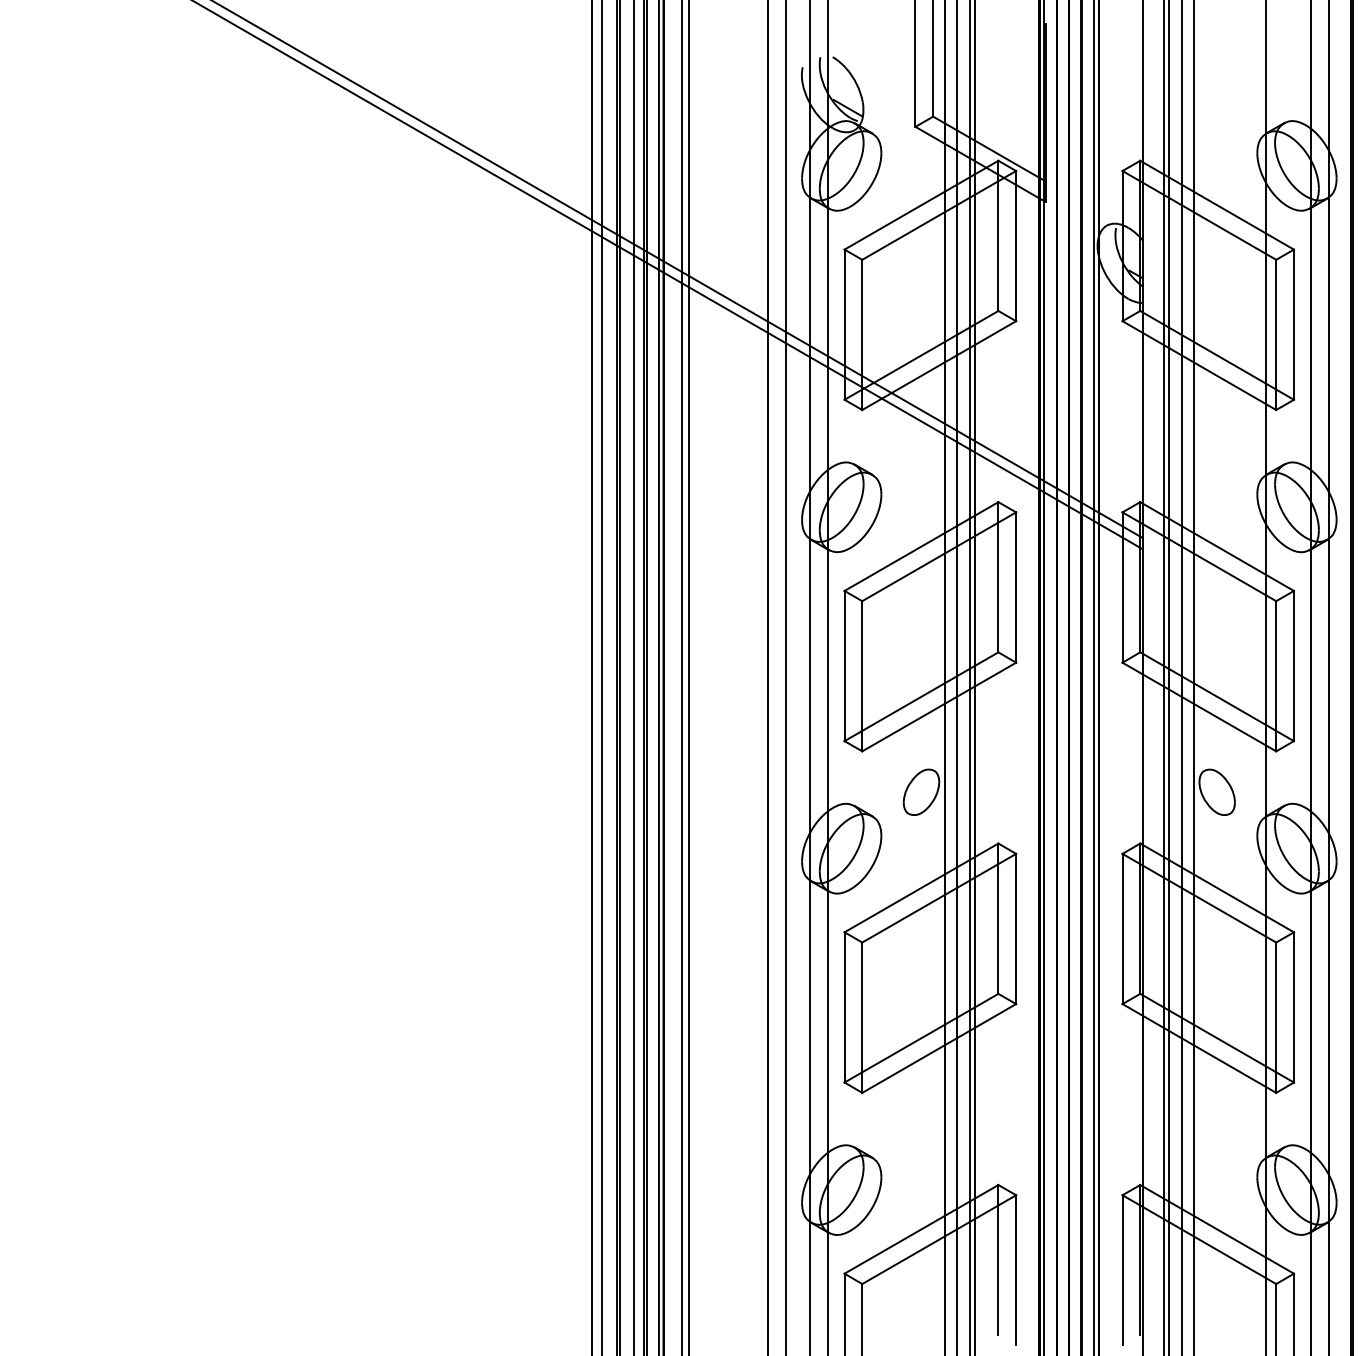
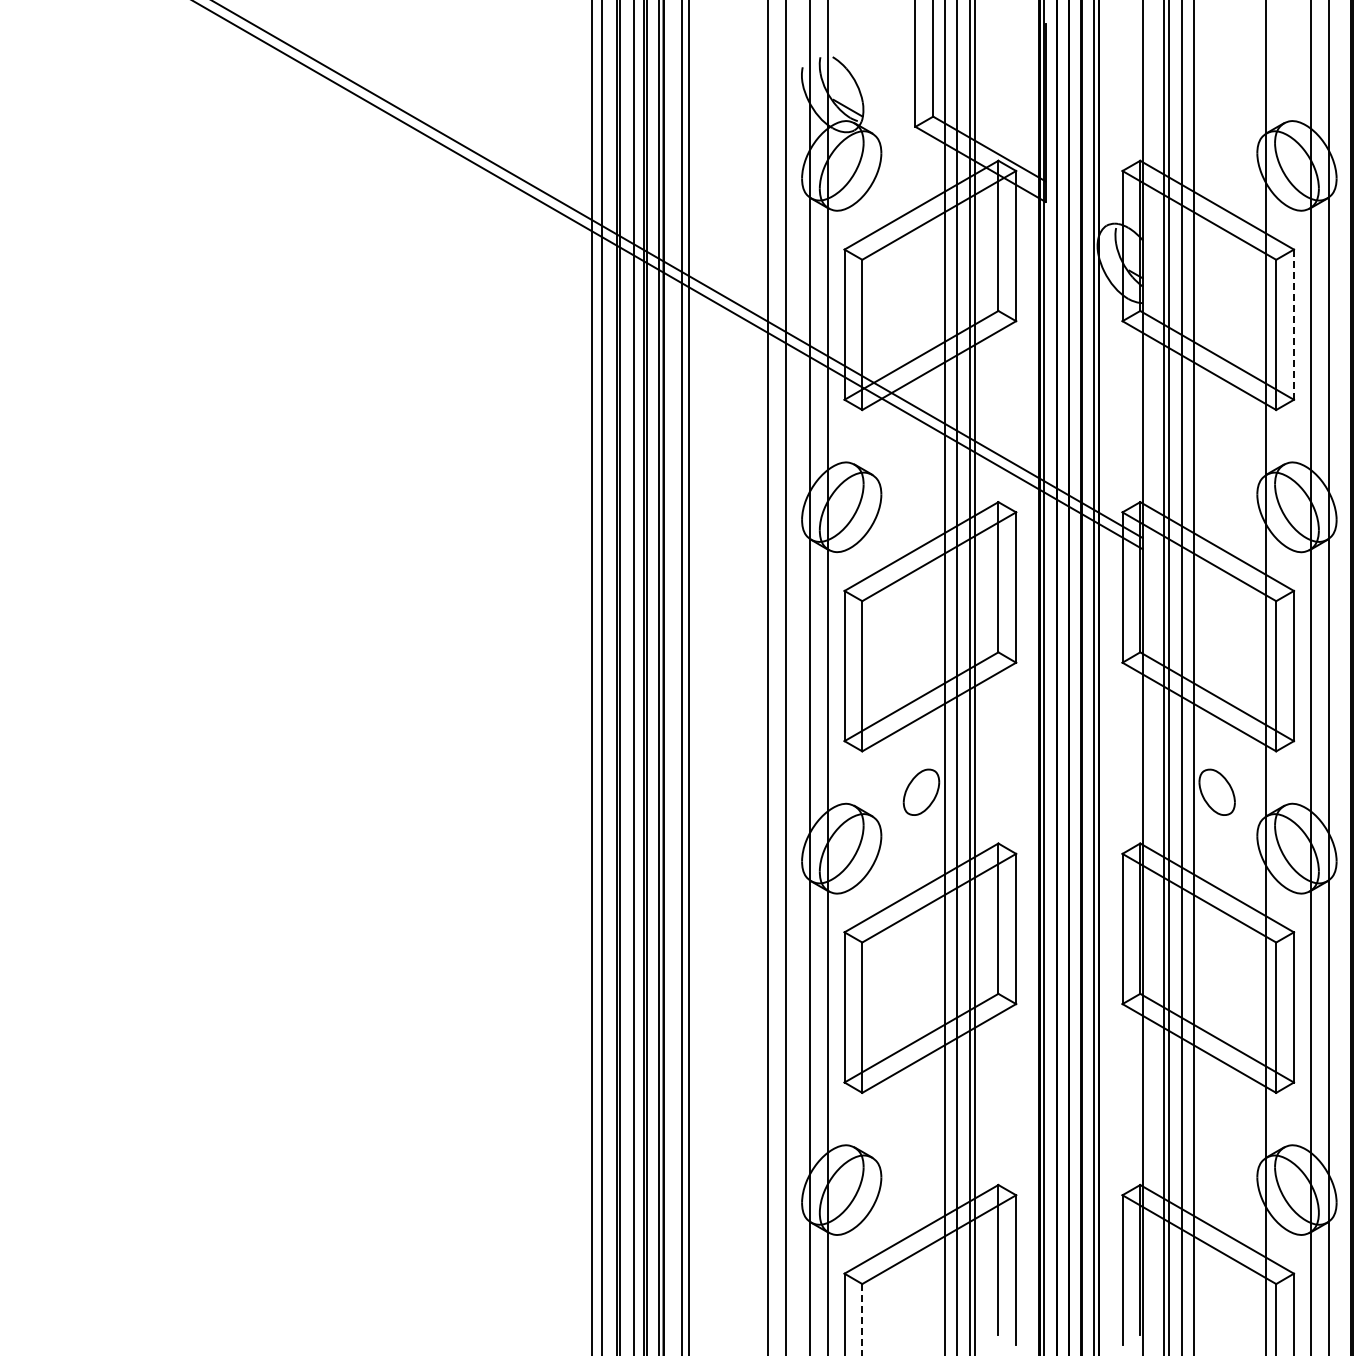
line at (1293, 325): solid -> dashed
line at (862, 1319): solid -> dashed
